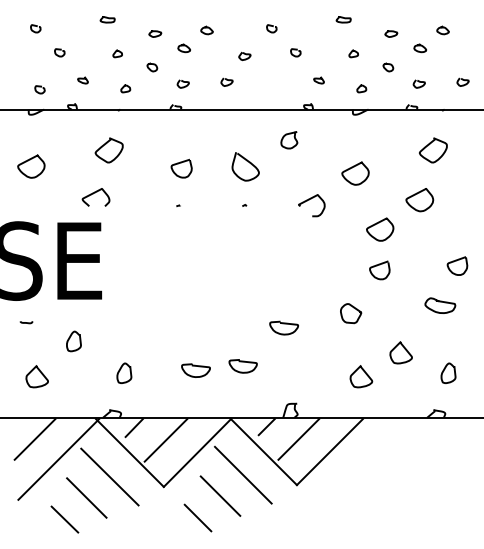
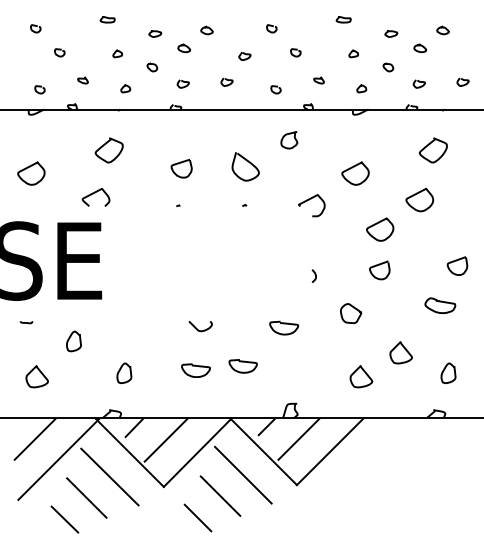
curve at (275, 87): none -> present
curve at (28, 161) position: (28, 161) -> (28, 168)
curve at (314, 274): none -> present
curve at (197, 328): none -> present
